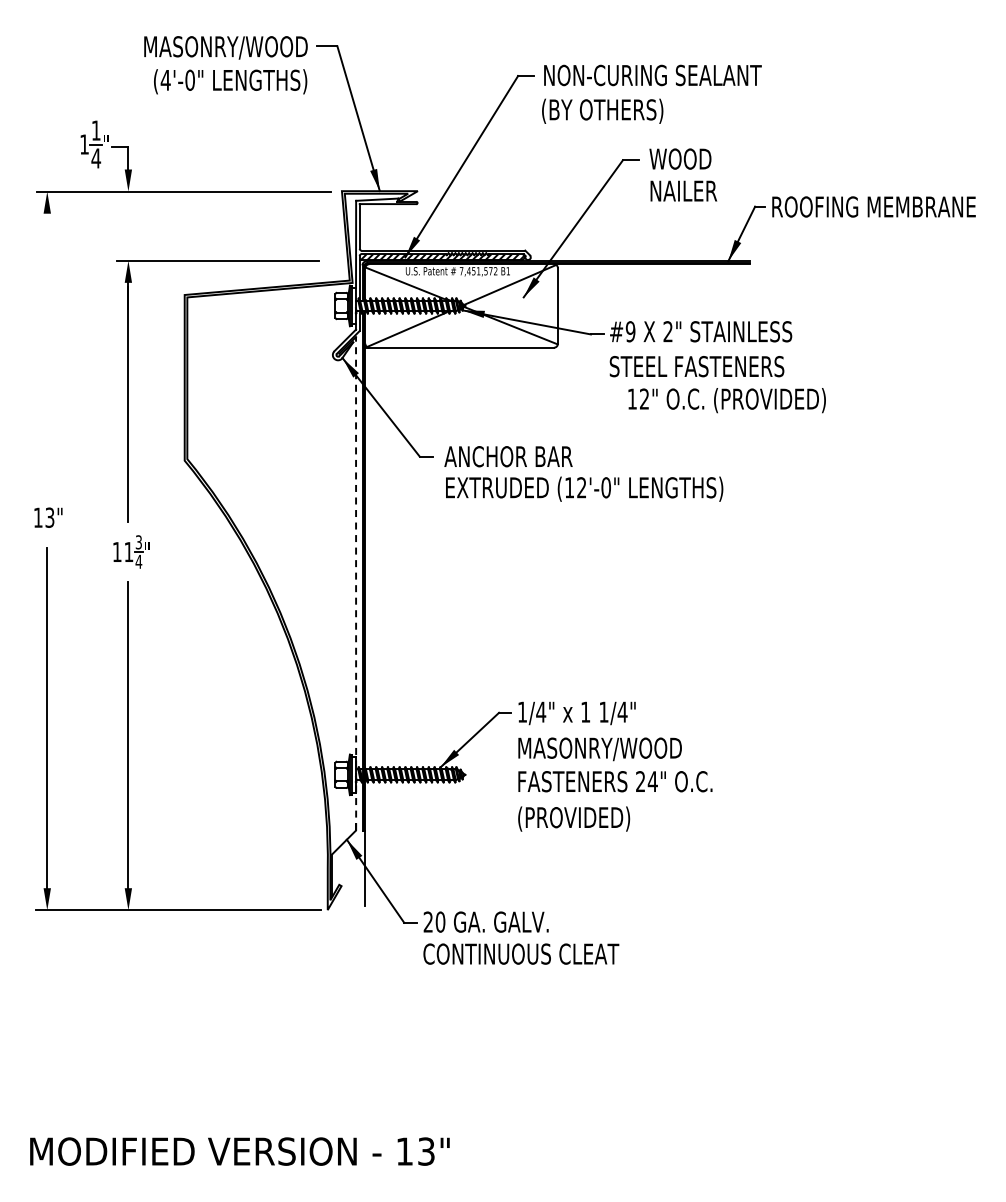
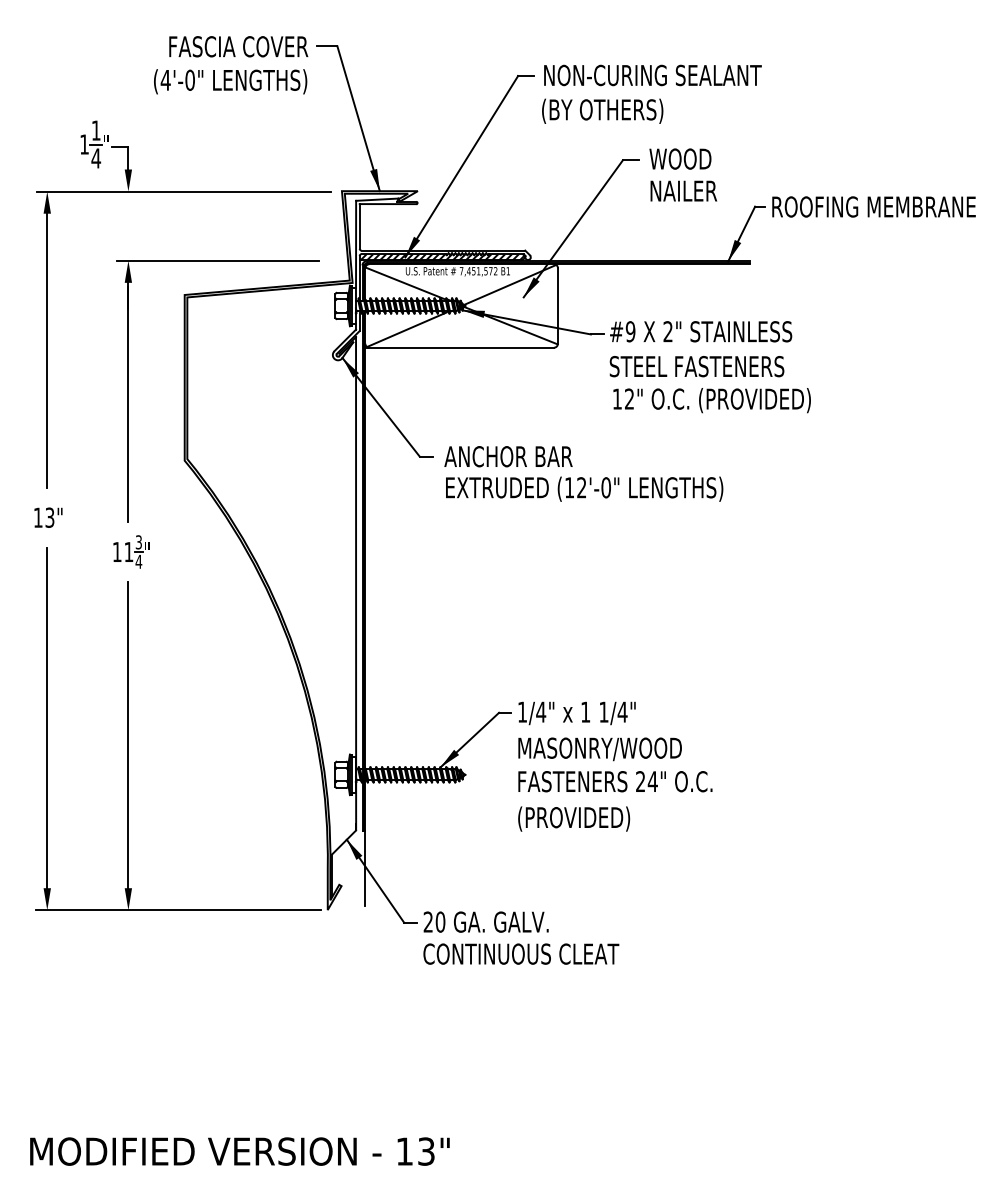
text at (226, 47): MASONRY/WOOD -> FASCIA COVER
line at (47, 350): none -> present
text at (726, 400) position: (726, 400) -> (711, 400)
line at (356, 583): dashed -> solid
